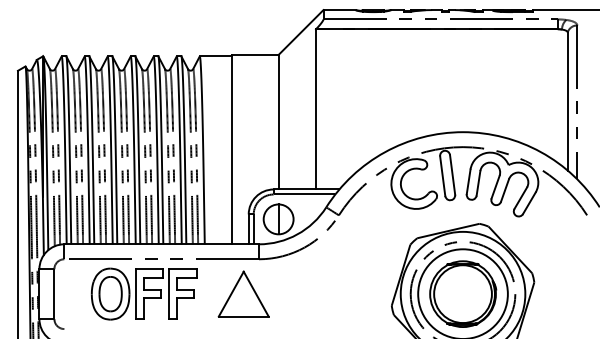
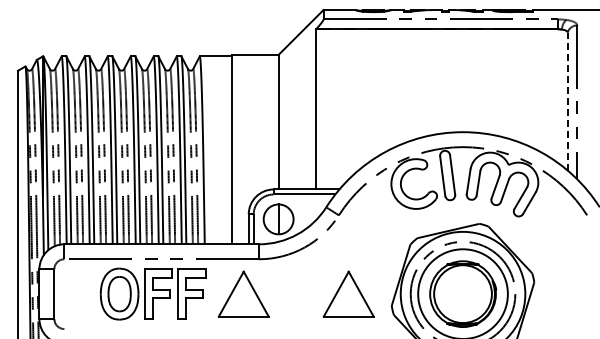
line at (567, 101): solid -> dashed
part at (143, 293) position: (143, 293) -> (152, 293)
part at (348, 293): none -> present
